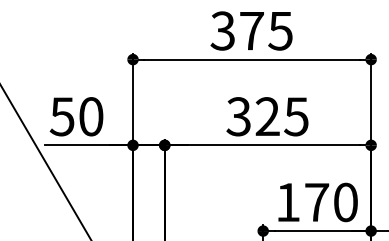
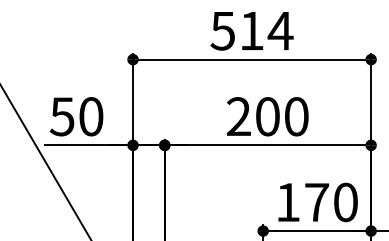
text at (252, 30): 375 -> 514
text at (267, 116): 325 -> 200
